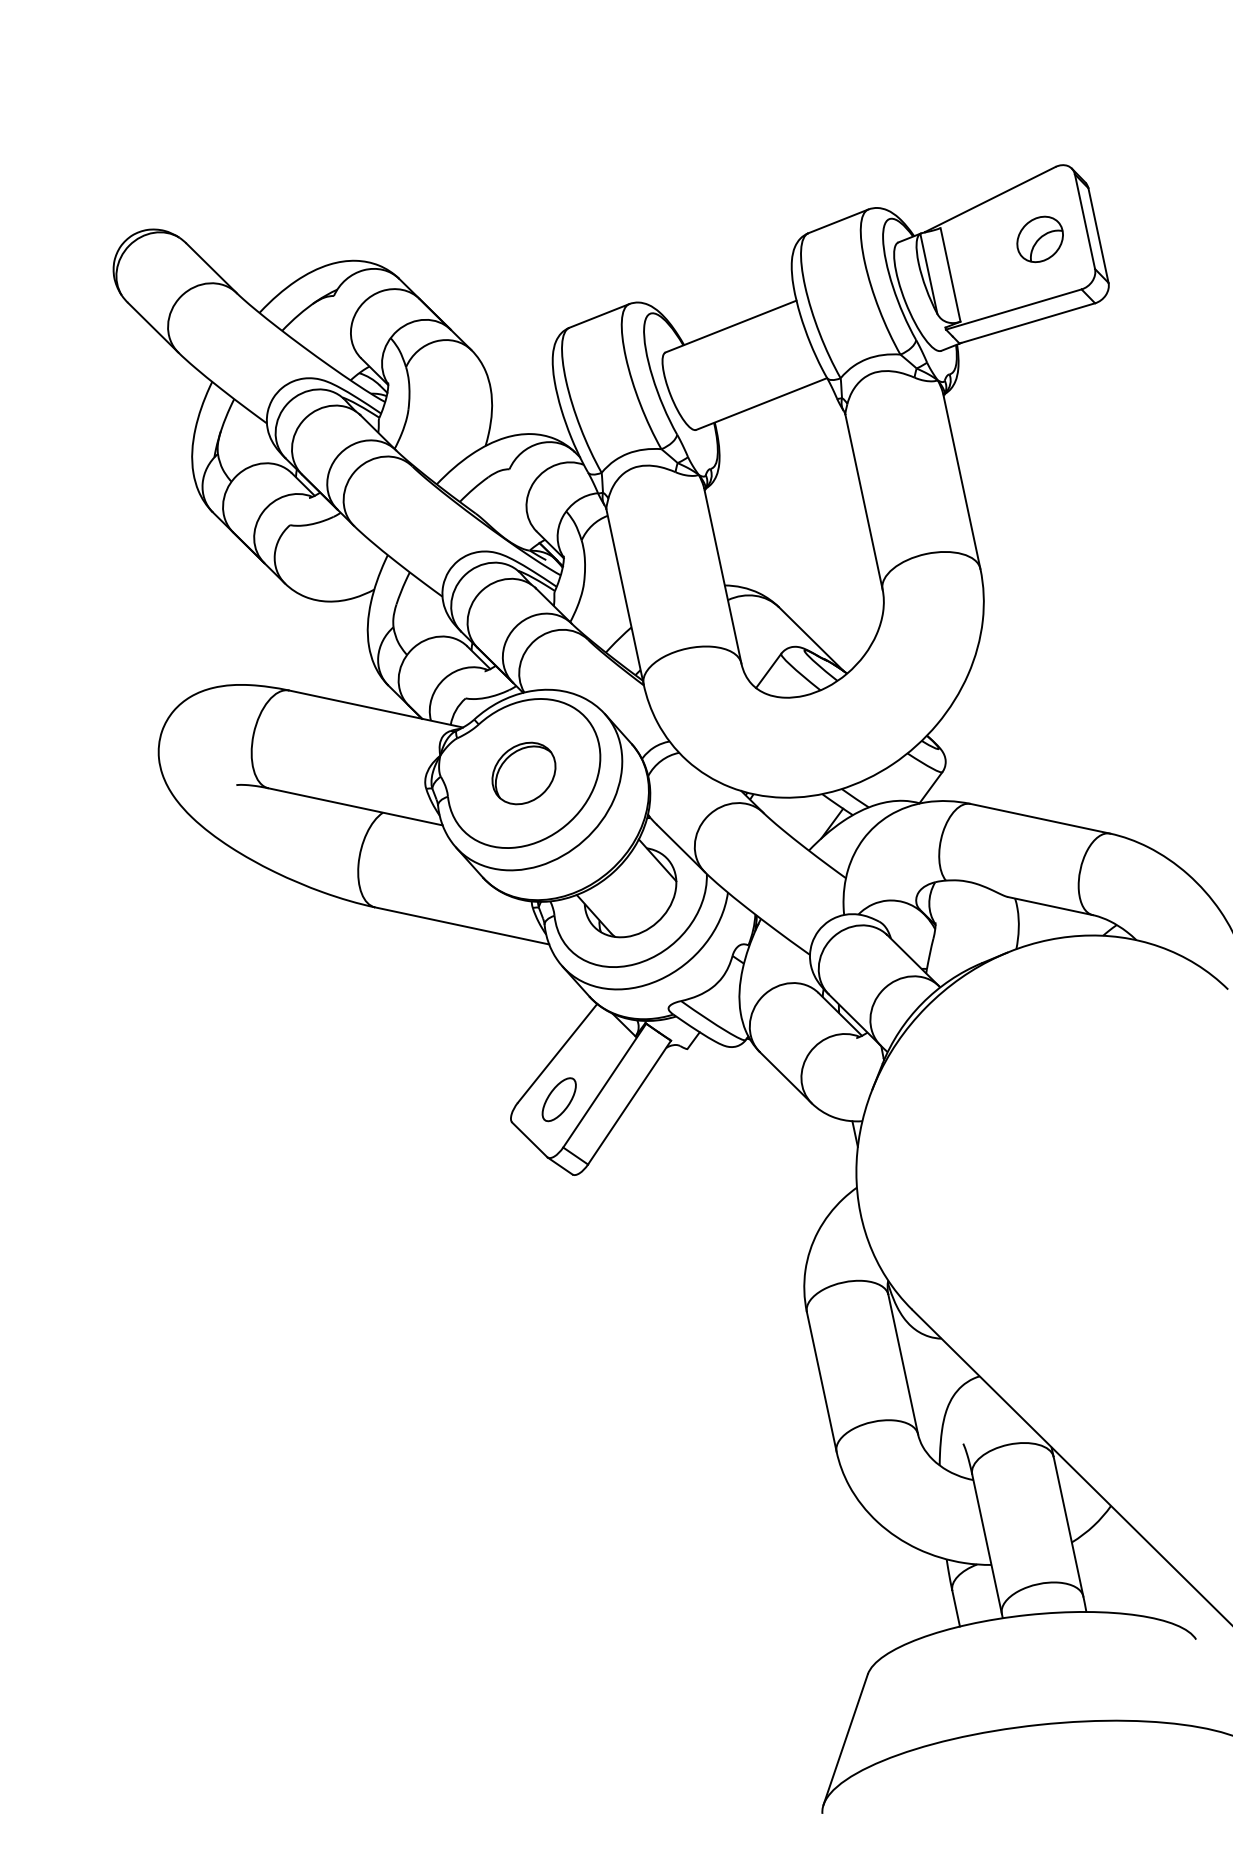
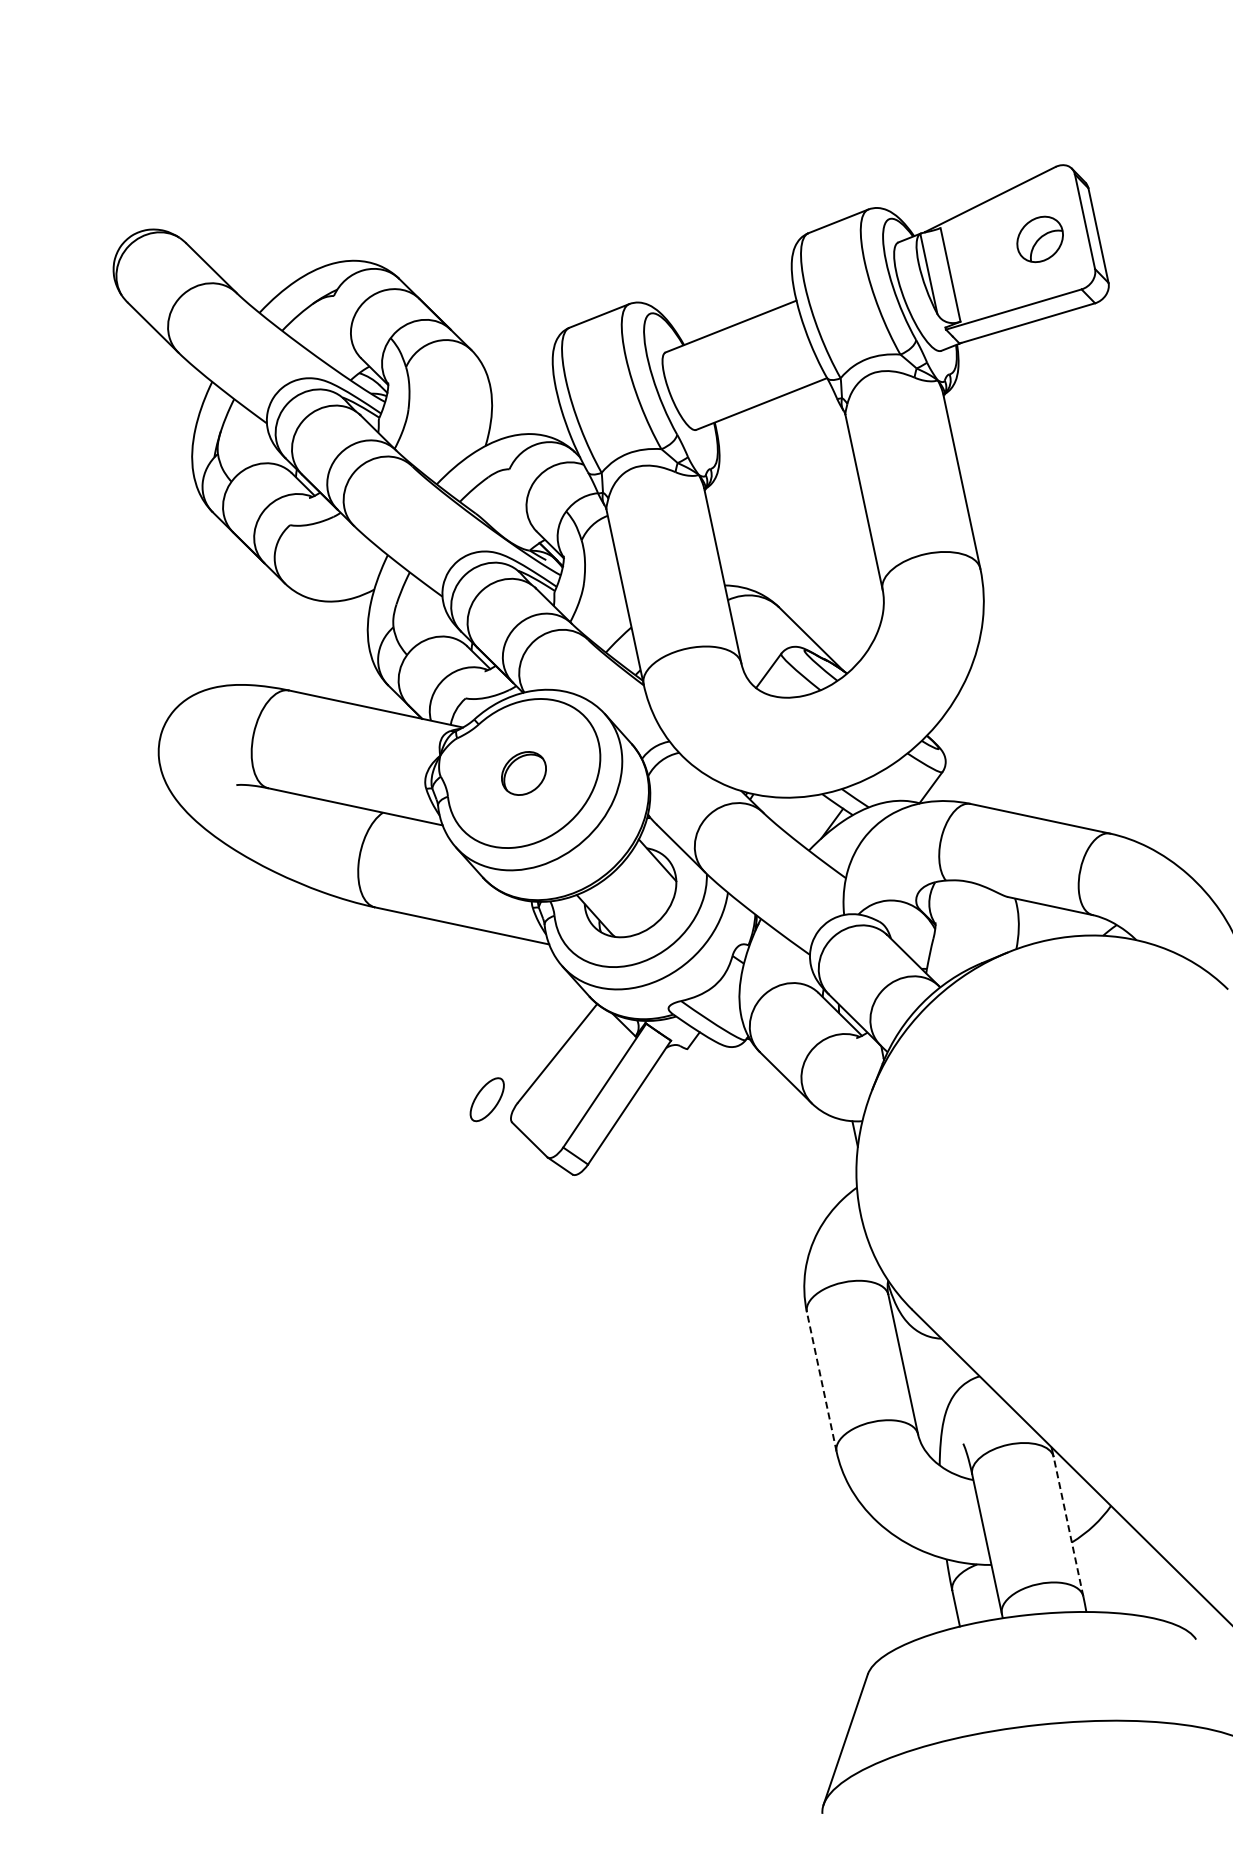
part at (523, 773) size: 66x65 px -> 46x45 px
part at (558, 1099) position: (558, 1099) -> (486, 1099)
line at (821, 1381): solid -> dashed
line at (1068, 1526): solid -> dashed
